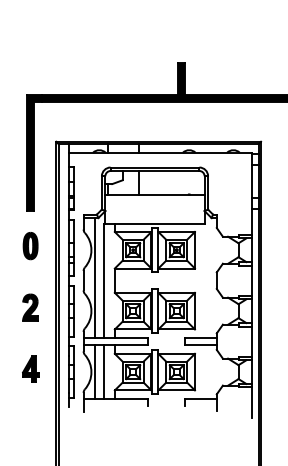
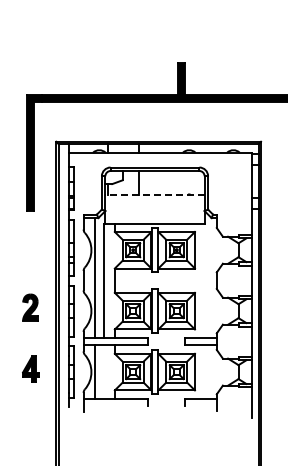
line at (155, 194): solid -> dashed
part at (30, 246): present -> none
line at (103, 372): present -> none
